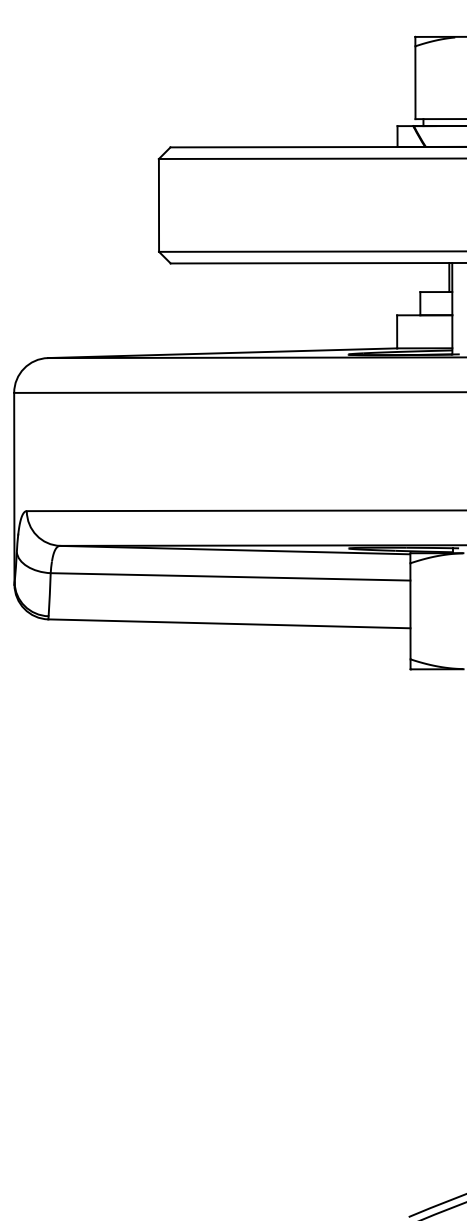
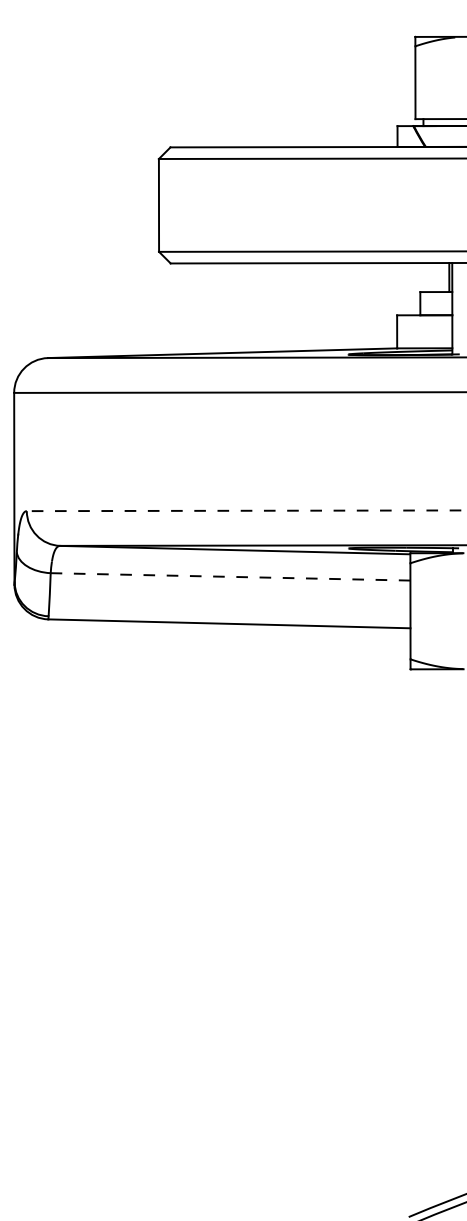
line at (246, 510): solid -> dashed
line at (230, 576): solid -> dashed
